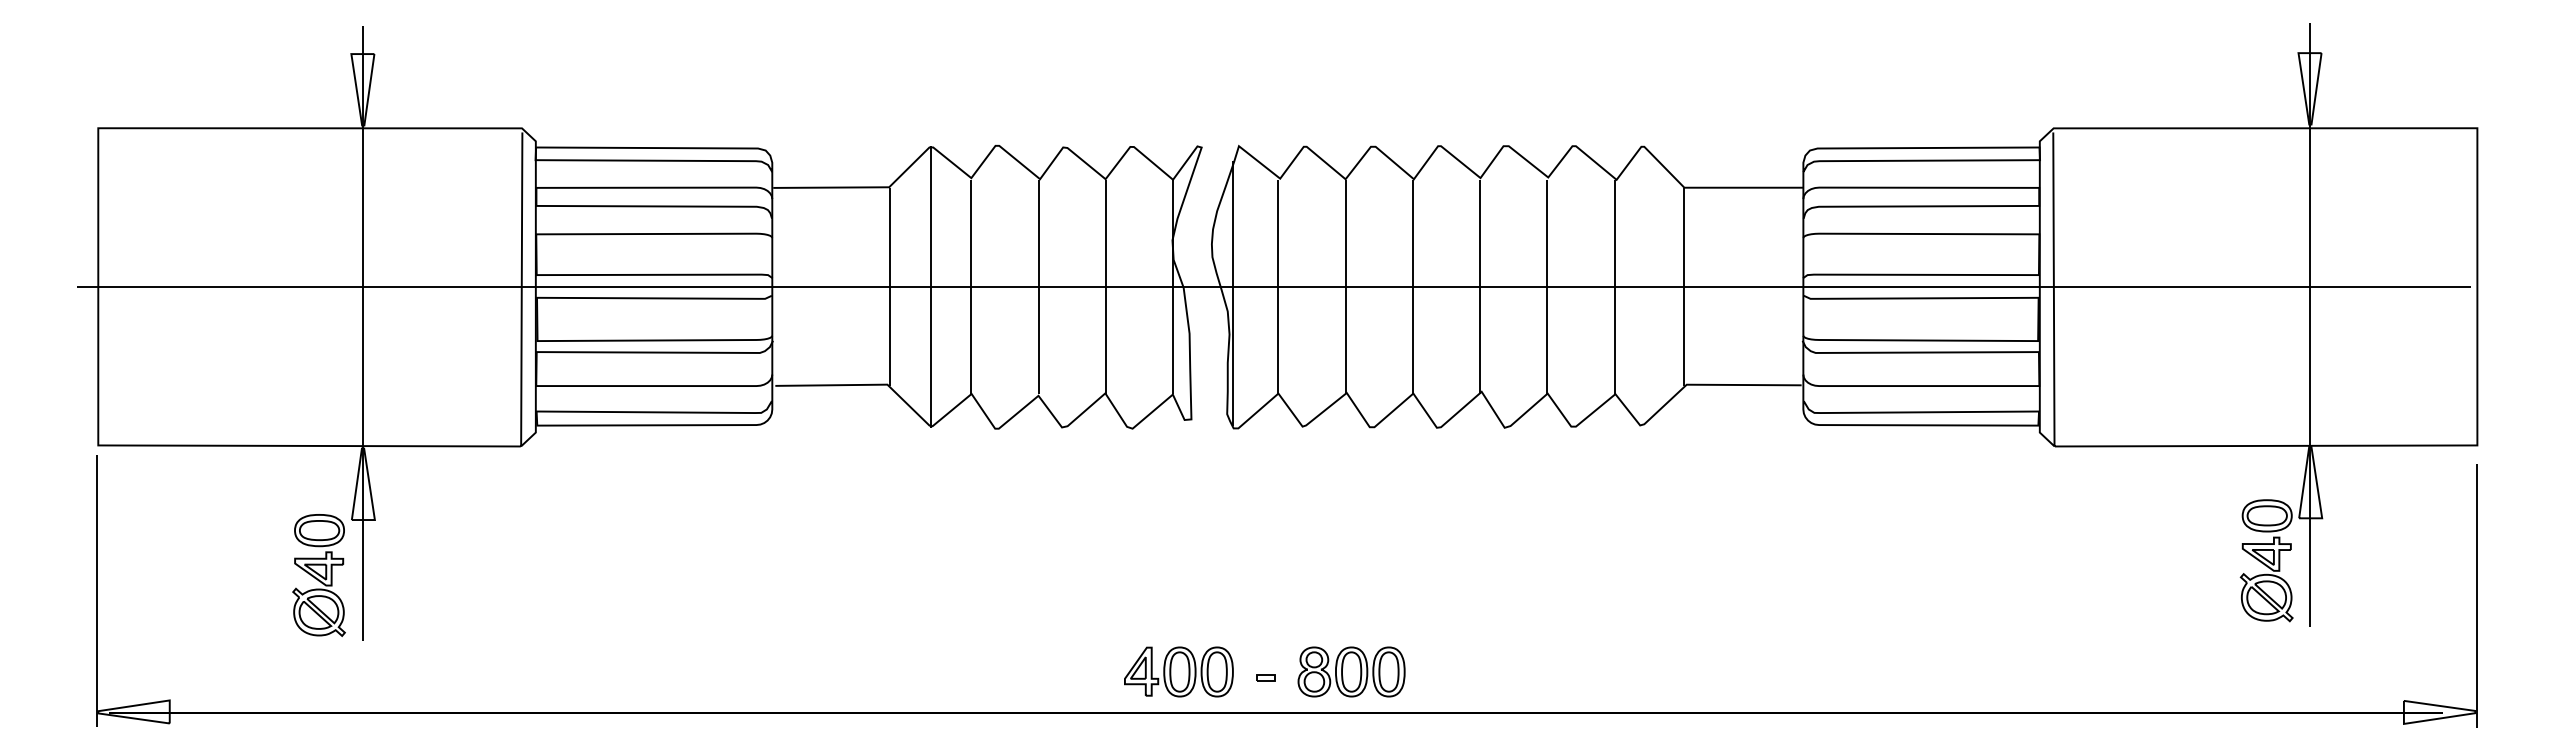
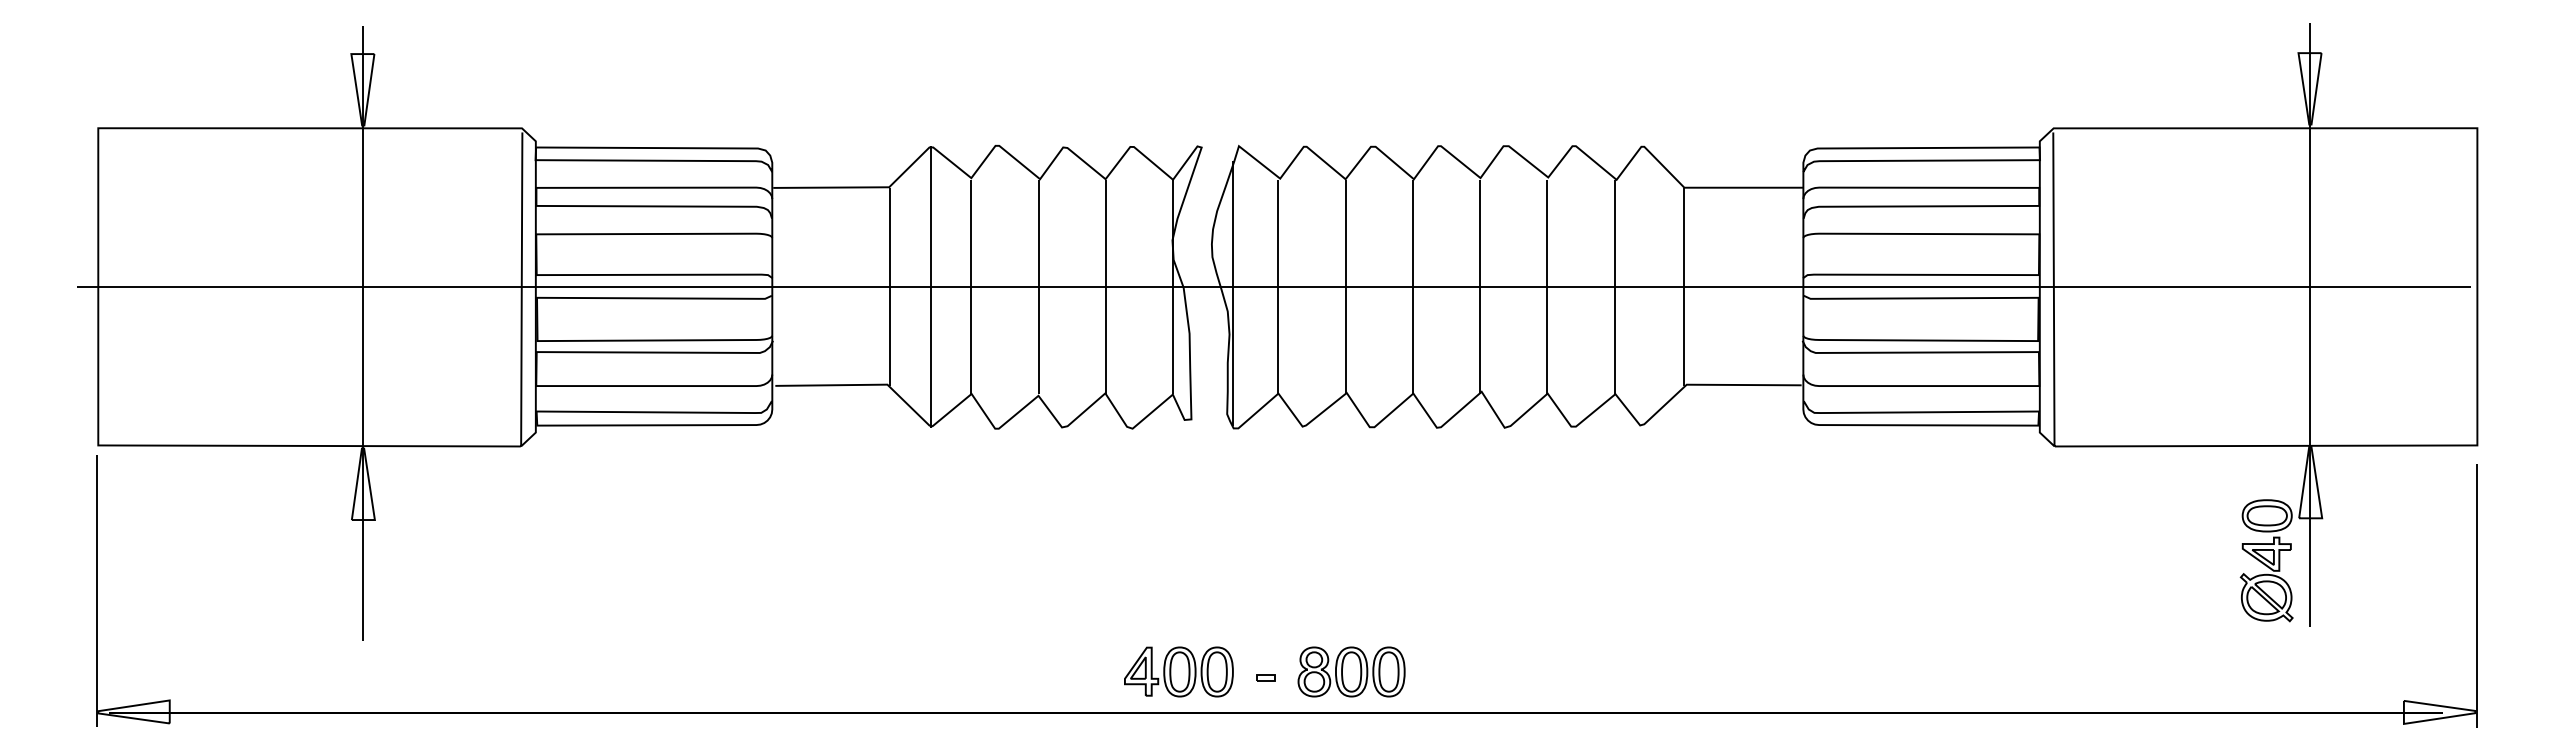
part at (318, 575): present -> none
